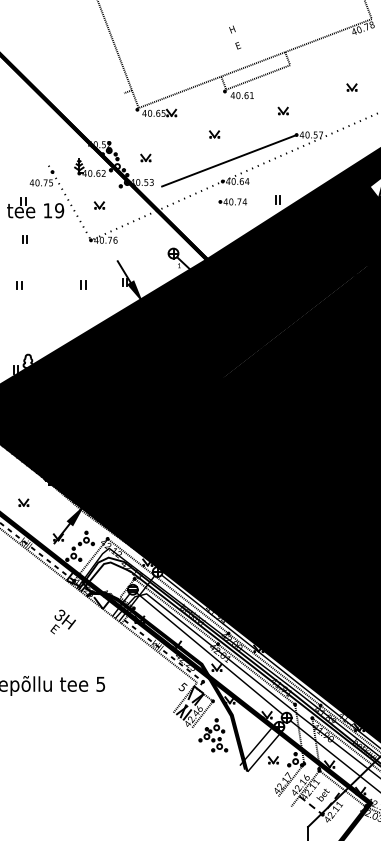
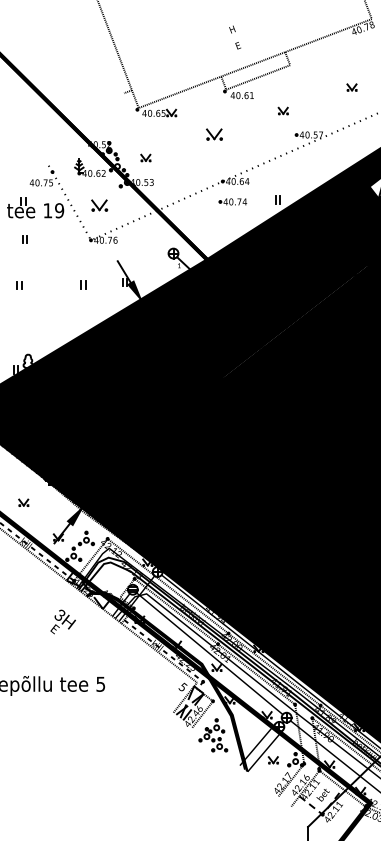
part at (214, 134) size: 12x9 px -> 17x13 px
line at (229, 160): present -> none
part at (99, 205) size: 13x9 px -> 18x13 px
